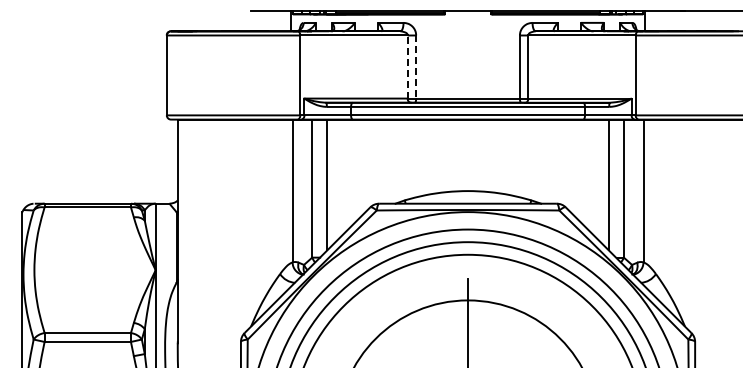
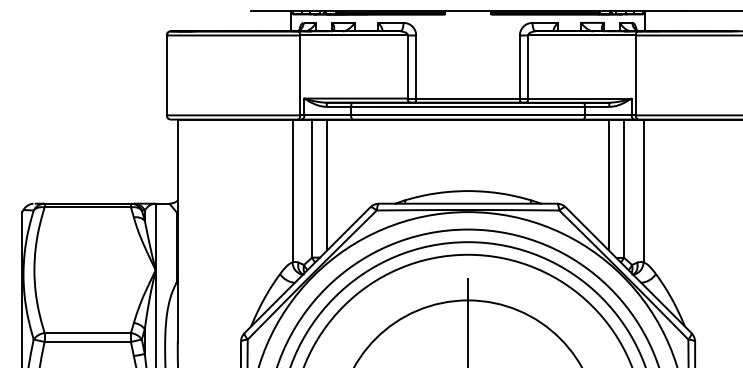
line at (407, 67): dashed -> solid
line at (416, 67): dashed -> solid
